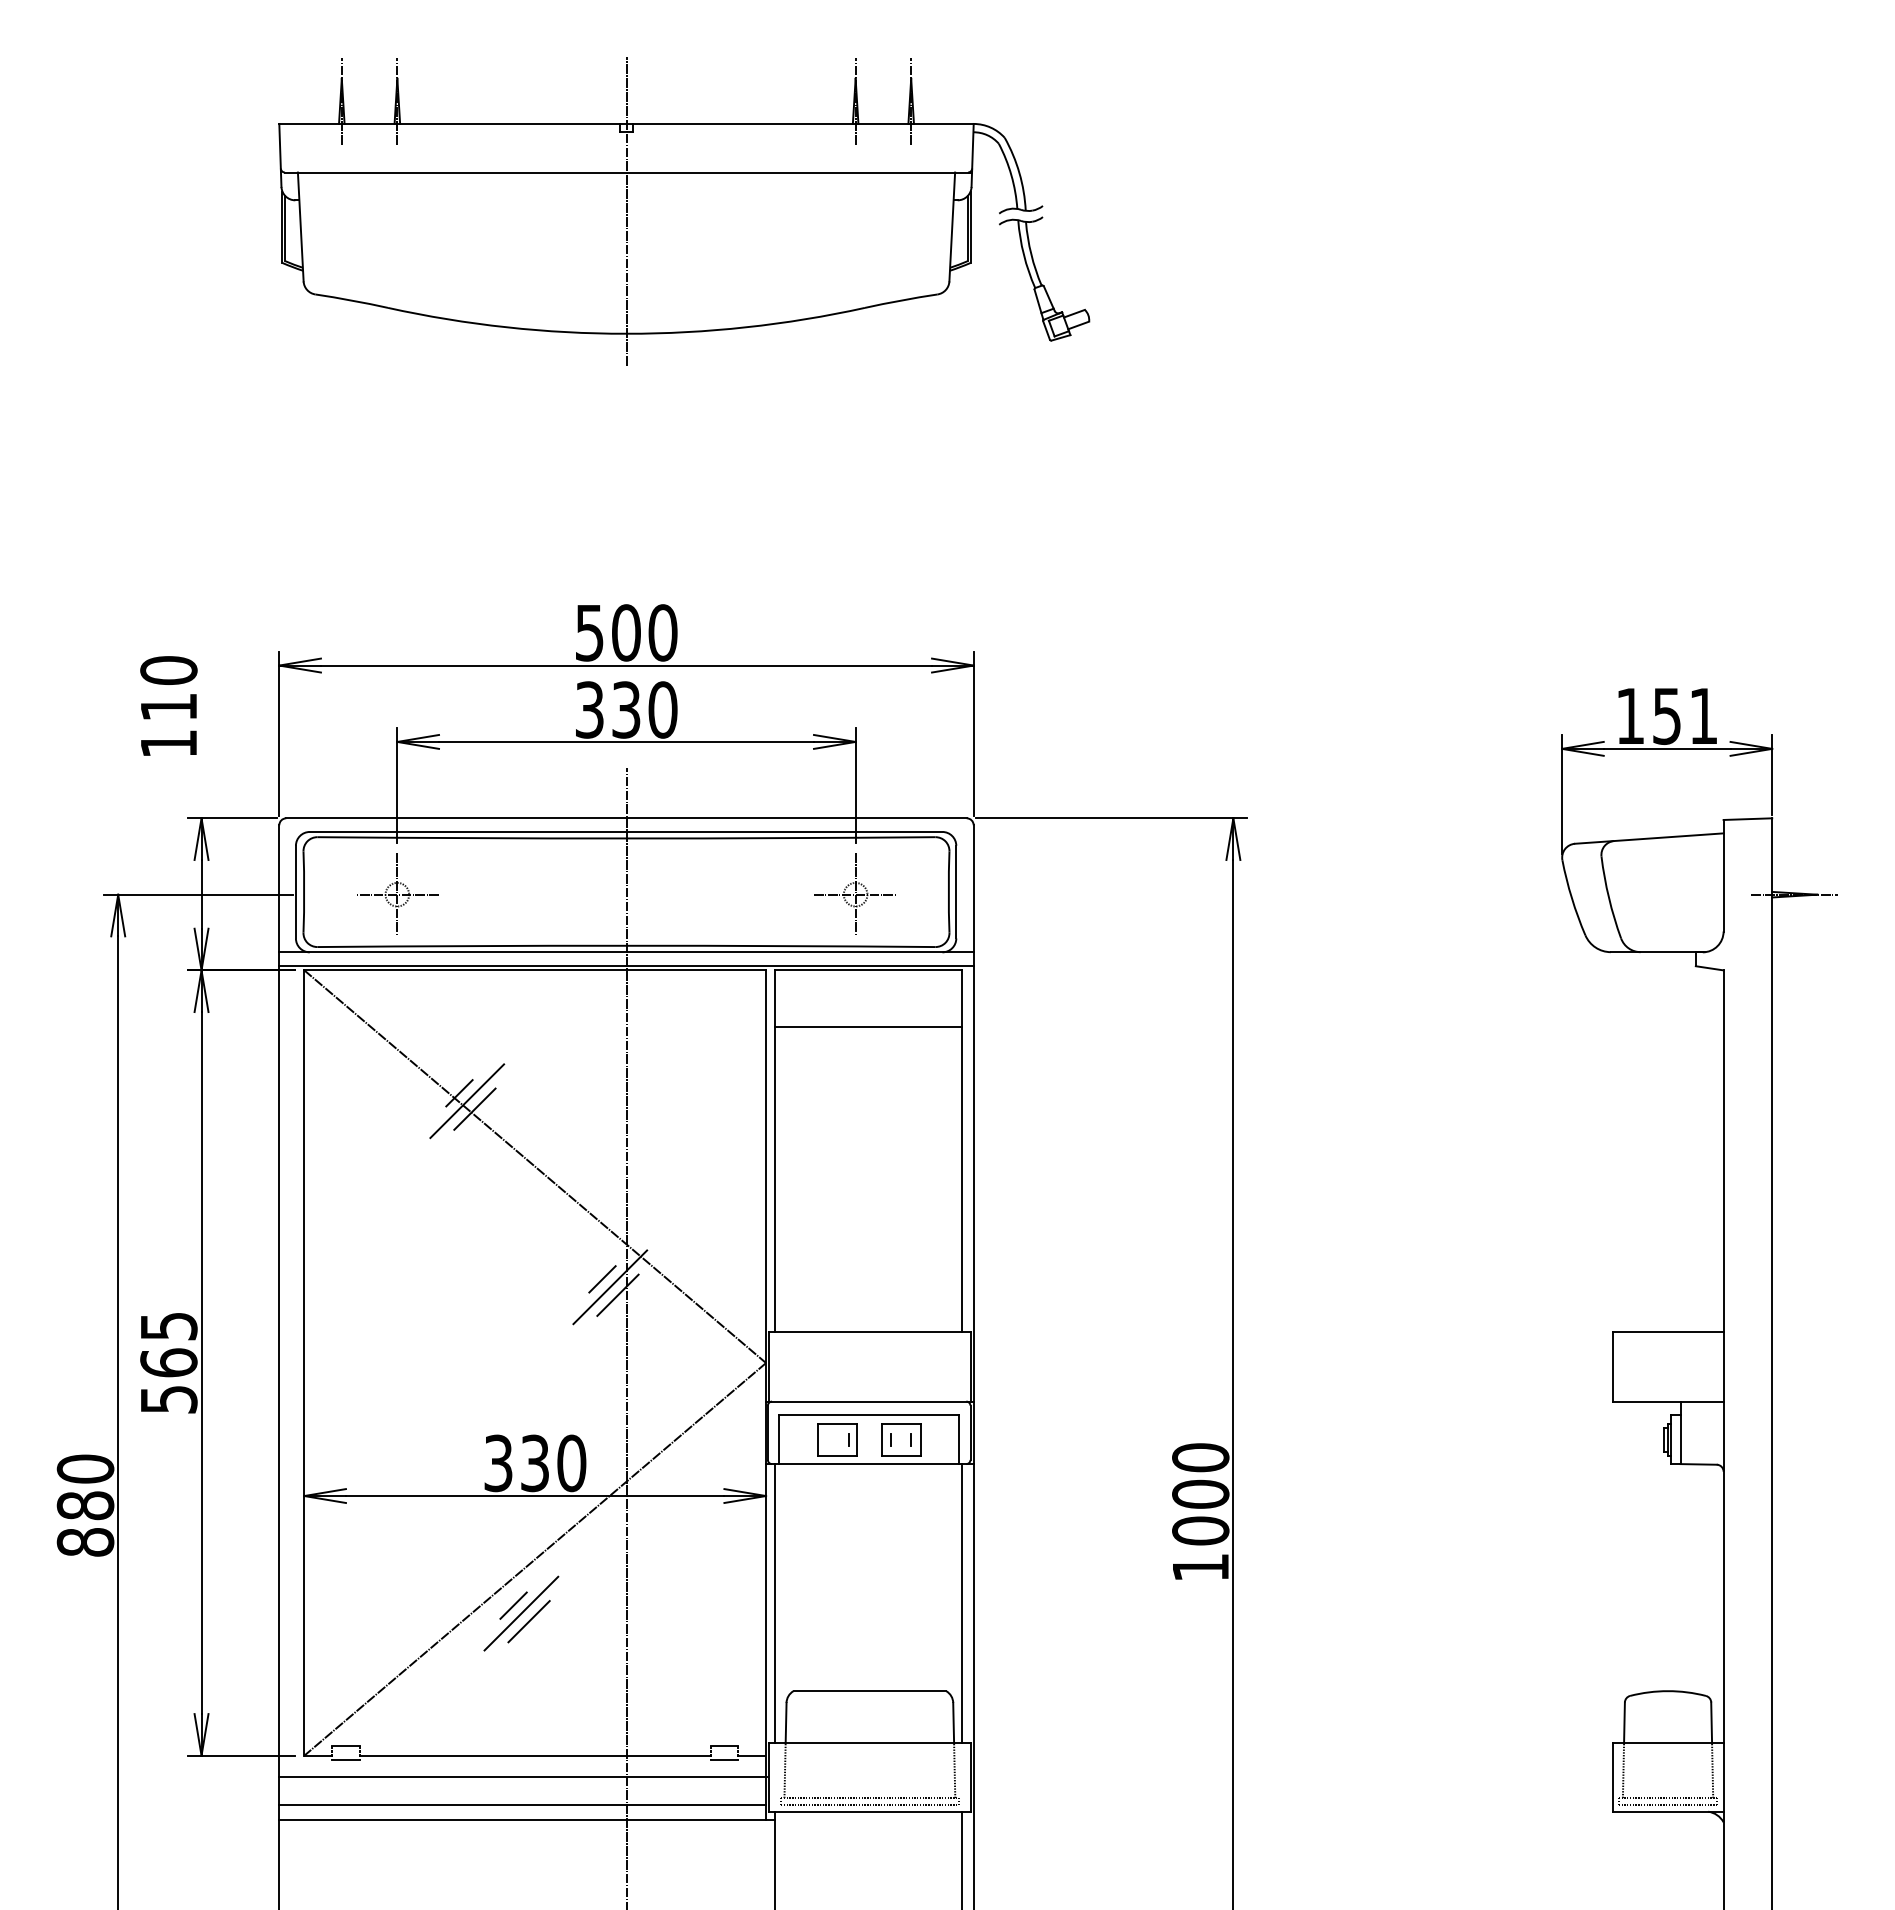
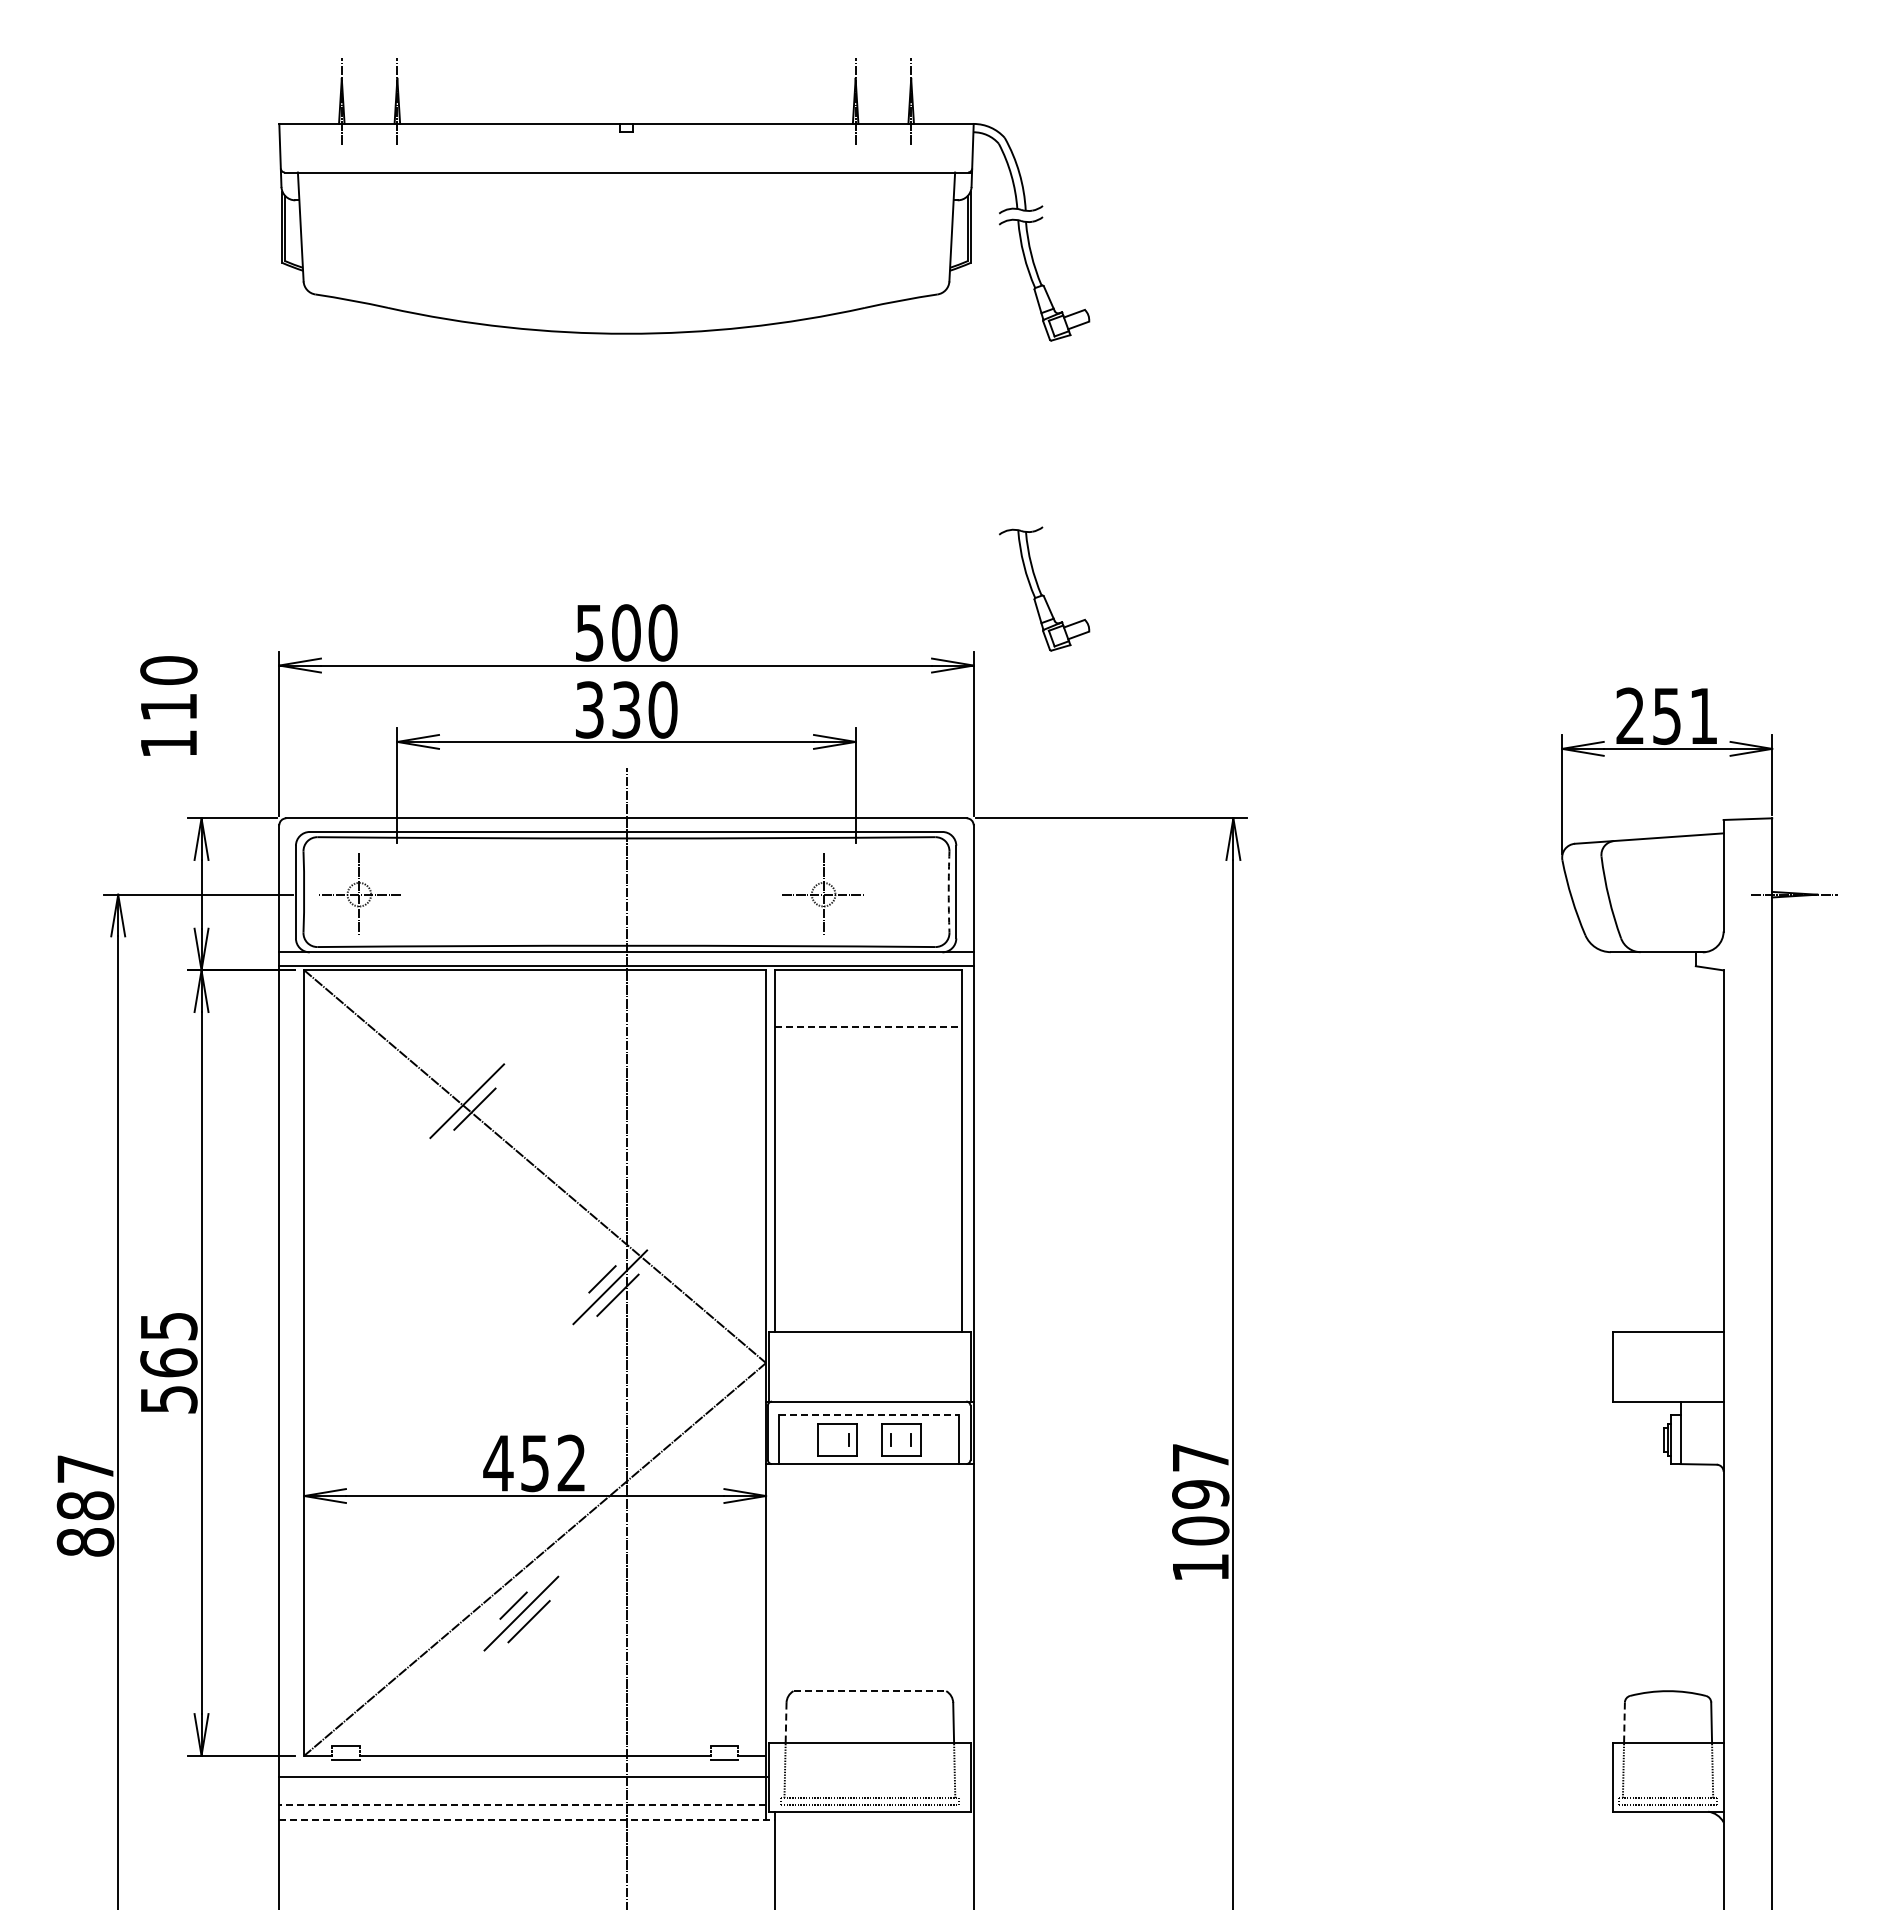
line at (626, 211): present -> none
part at (1044, 588): none -> present
text at (1629, 715): 151 -> 251
arc at (948, 892): solid -> dashed
part at (397, 893) position: (397, 893) -> (359, 893)
part at (854, 893) position: (854, 893) -> (822, 893)
line at (868, 1026): solid -> dashed
line at (459, 1093): present -> none
line at (869, 1415): solid -> dashed
text at (534, 1463): 330 -> 452
text at (85, 1468): 880 -> 887
text at (1200, 1475): 1000 -> 1097
line at (775, 1603): present -> none
line at (962, 1603): present -> none
line at (870, 1691): solid -> dashed
line at (786, 1722): solid -> dashed
line at (1624, 1722): solid -> dashed
line at (522, 1805): solid -> dashed
line at (527, 1819): solid -> dashed
line at (962, 1858): present -> none
